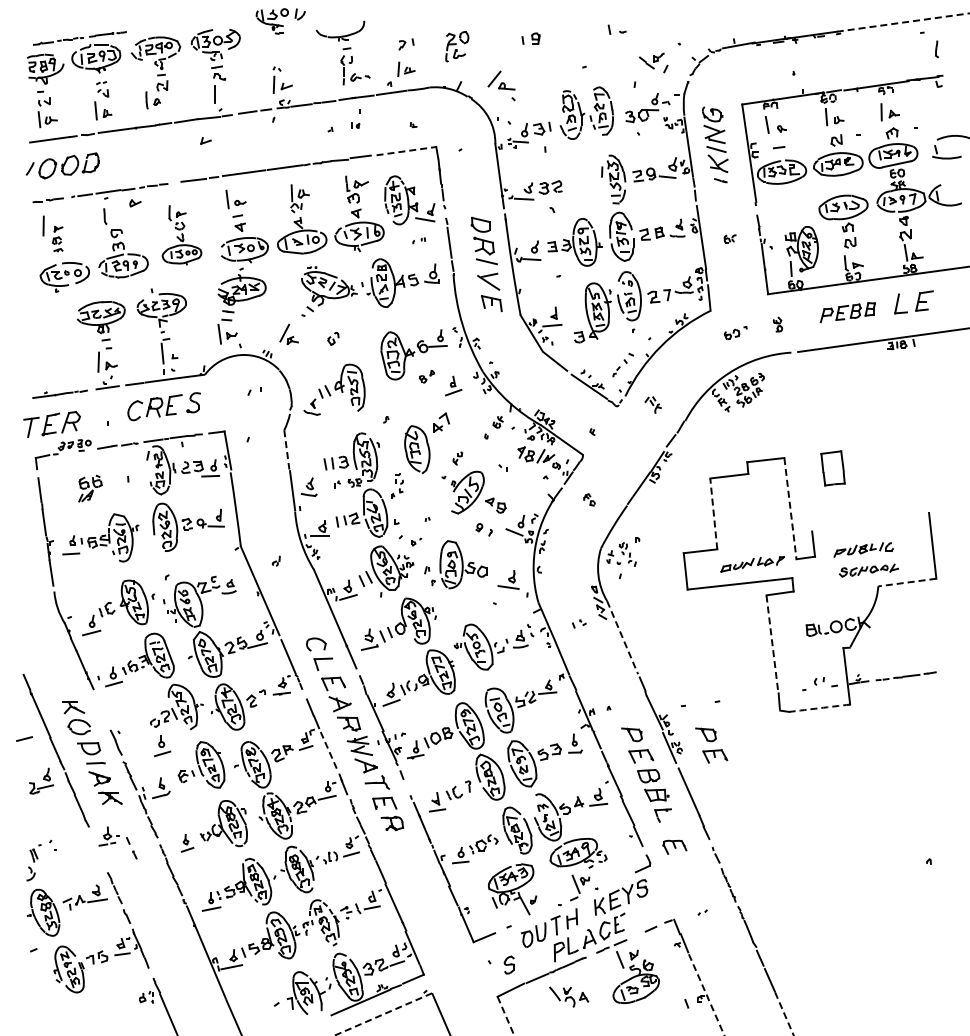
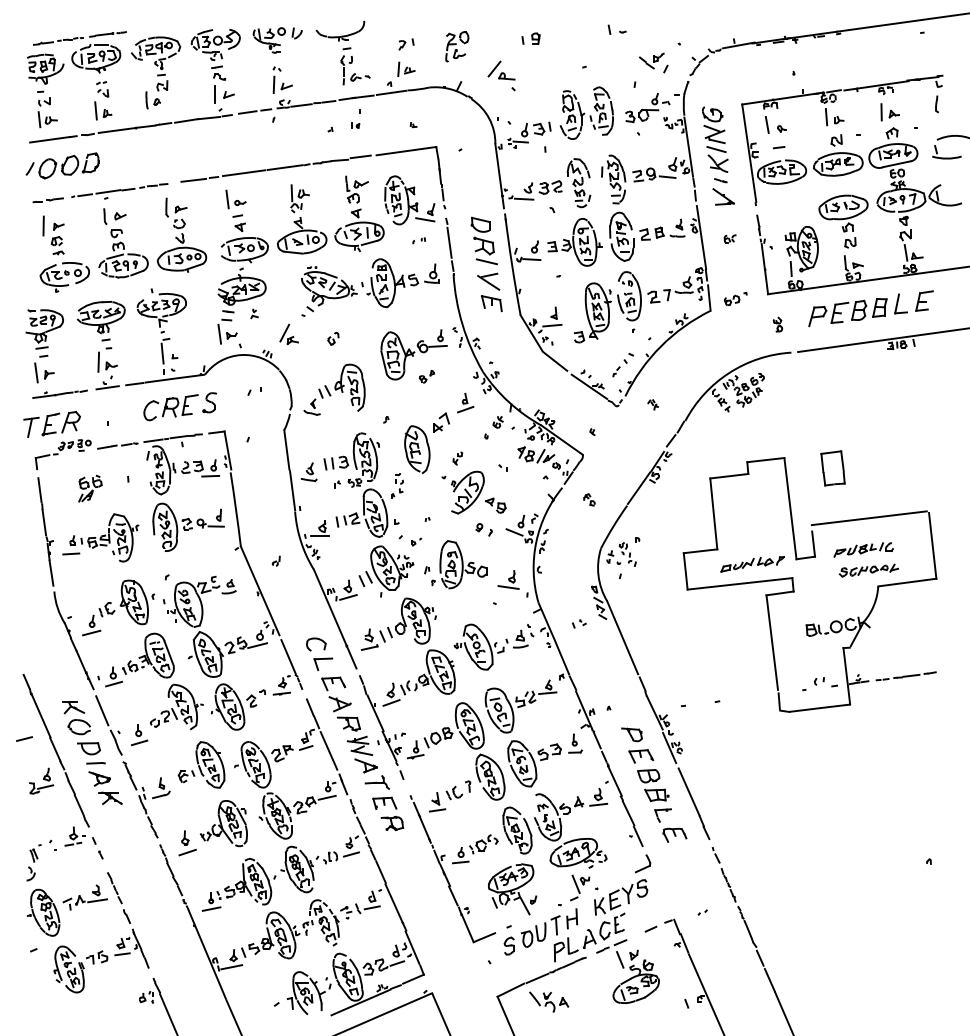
part at (280, 21) position: (280, 21) -> (277, 40)
line at (903, 22): dashed -> solid
part at (936, 49) position: (936, 49) -> (936, 104)
part at (501, 85) position: (501, 85) -> (501, 75)
part at (205, 140) position: (205, 140) -> (228, 94)
line at (406, 151): dashed -> solid
part at (578, 183): none -> present
part at (723, 196): none -> present
part at (135, 203) position: (135, 203) -> (120, 216)
part at (181, 235) size: 42x61 px -> 52x76 px
part at (57, 238) size: 12x28 px -> 15x34 px
part at (847, 312) size: 57x22 px -> 80x30 px
part at (254, 313): none -> present
part at (735, 333) position: (735, 333) -> (735, 299)
part at (44, 346): none -> present
part at (453, 385) position: (453, 385) -> (465, 402)
part at (652, 404) size: 18x18 px -> 12x12 px
part at (163, 406) position: (163, 406) -> (179, 406)
line at (286, 449): dashed -> solid
part at (308, 487) position: (308, 487) -> (308, 472)
line at (790, 508): dashed -> solid
line at (713, 513): dashed -> solid
line at (868, 518): none -> present
line at (906, 582): dashed -> solid
line at (622, 637): dashed -> solid
line at (772, 642): dashed -> solid
arc at (819, 708): dashed -> solid
line at (102, 710): none -> present
part at (711, 745): present -> none
part at (162, 746) position: (162, 746) -> (139, 735)
line at (329, 750): dashed -> solid
part at (117, 842) position: (117, 842) -> (83, 842)
part at (187, 843) size: 15x19 px -> 19x27 px
part at (674, 846) position: (674, 846) -> (674, 834)
part at (508, 964) position: (508, 964) -> (508, 945)
line at (706, 995): dashed -> solid
part at (569, 996) position: (569, 996) -> (549, 1001)
line at (382, 1014): dashed -> solid
line at (784, 1014): dashed -> solid
line at (505, 1016): dashed -> solid
